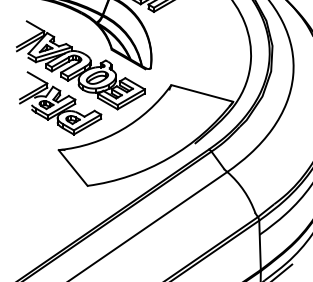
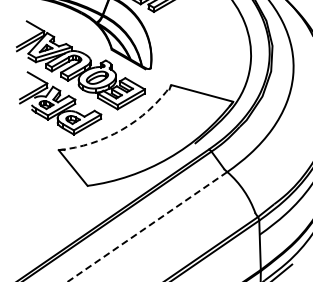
arc at (122, 129): solid -> dashed
line at (147, 226): solid -> dashed
